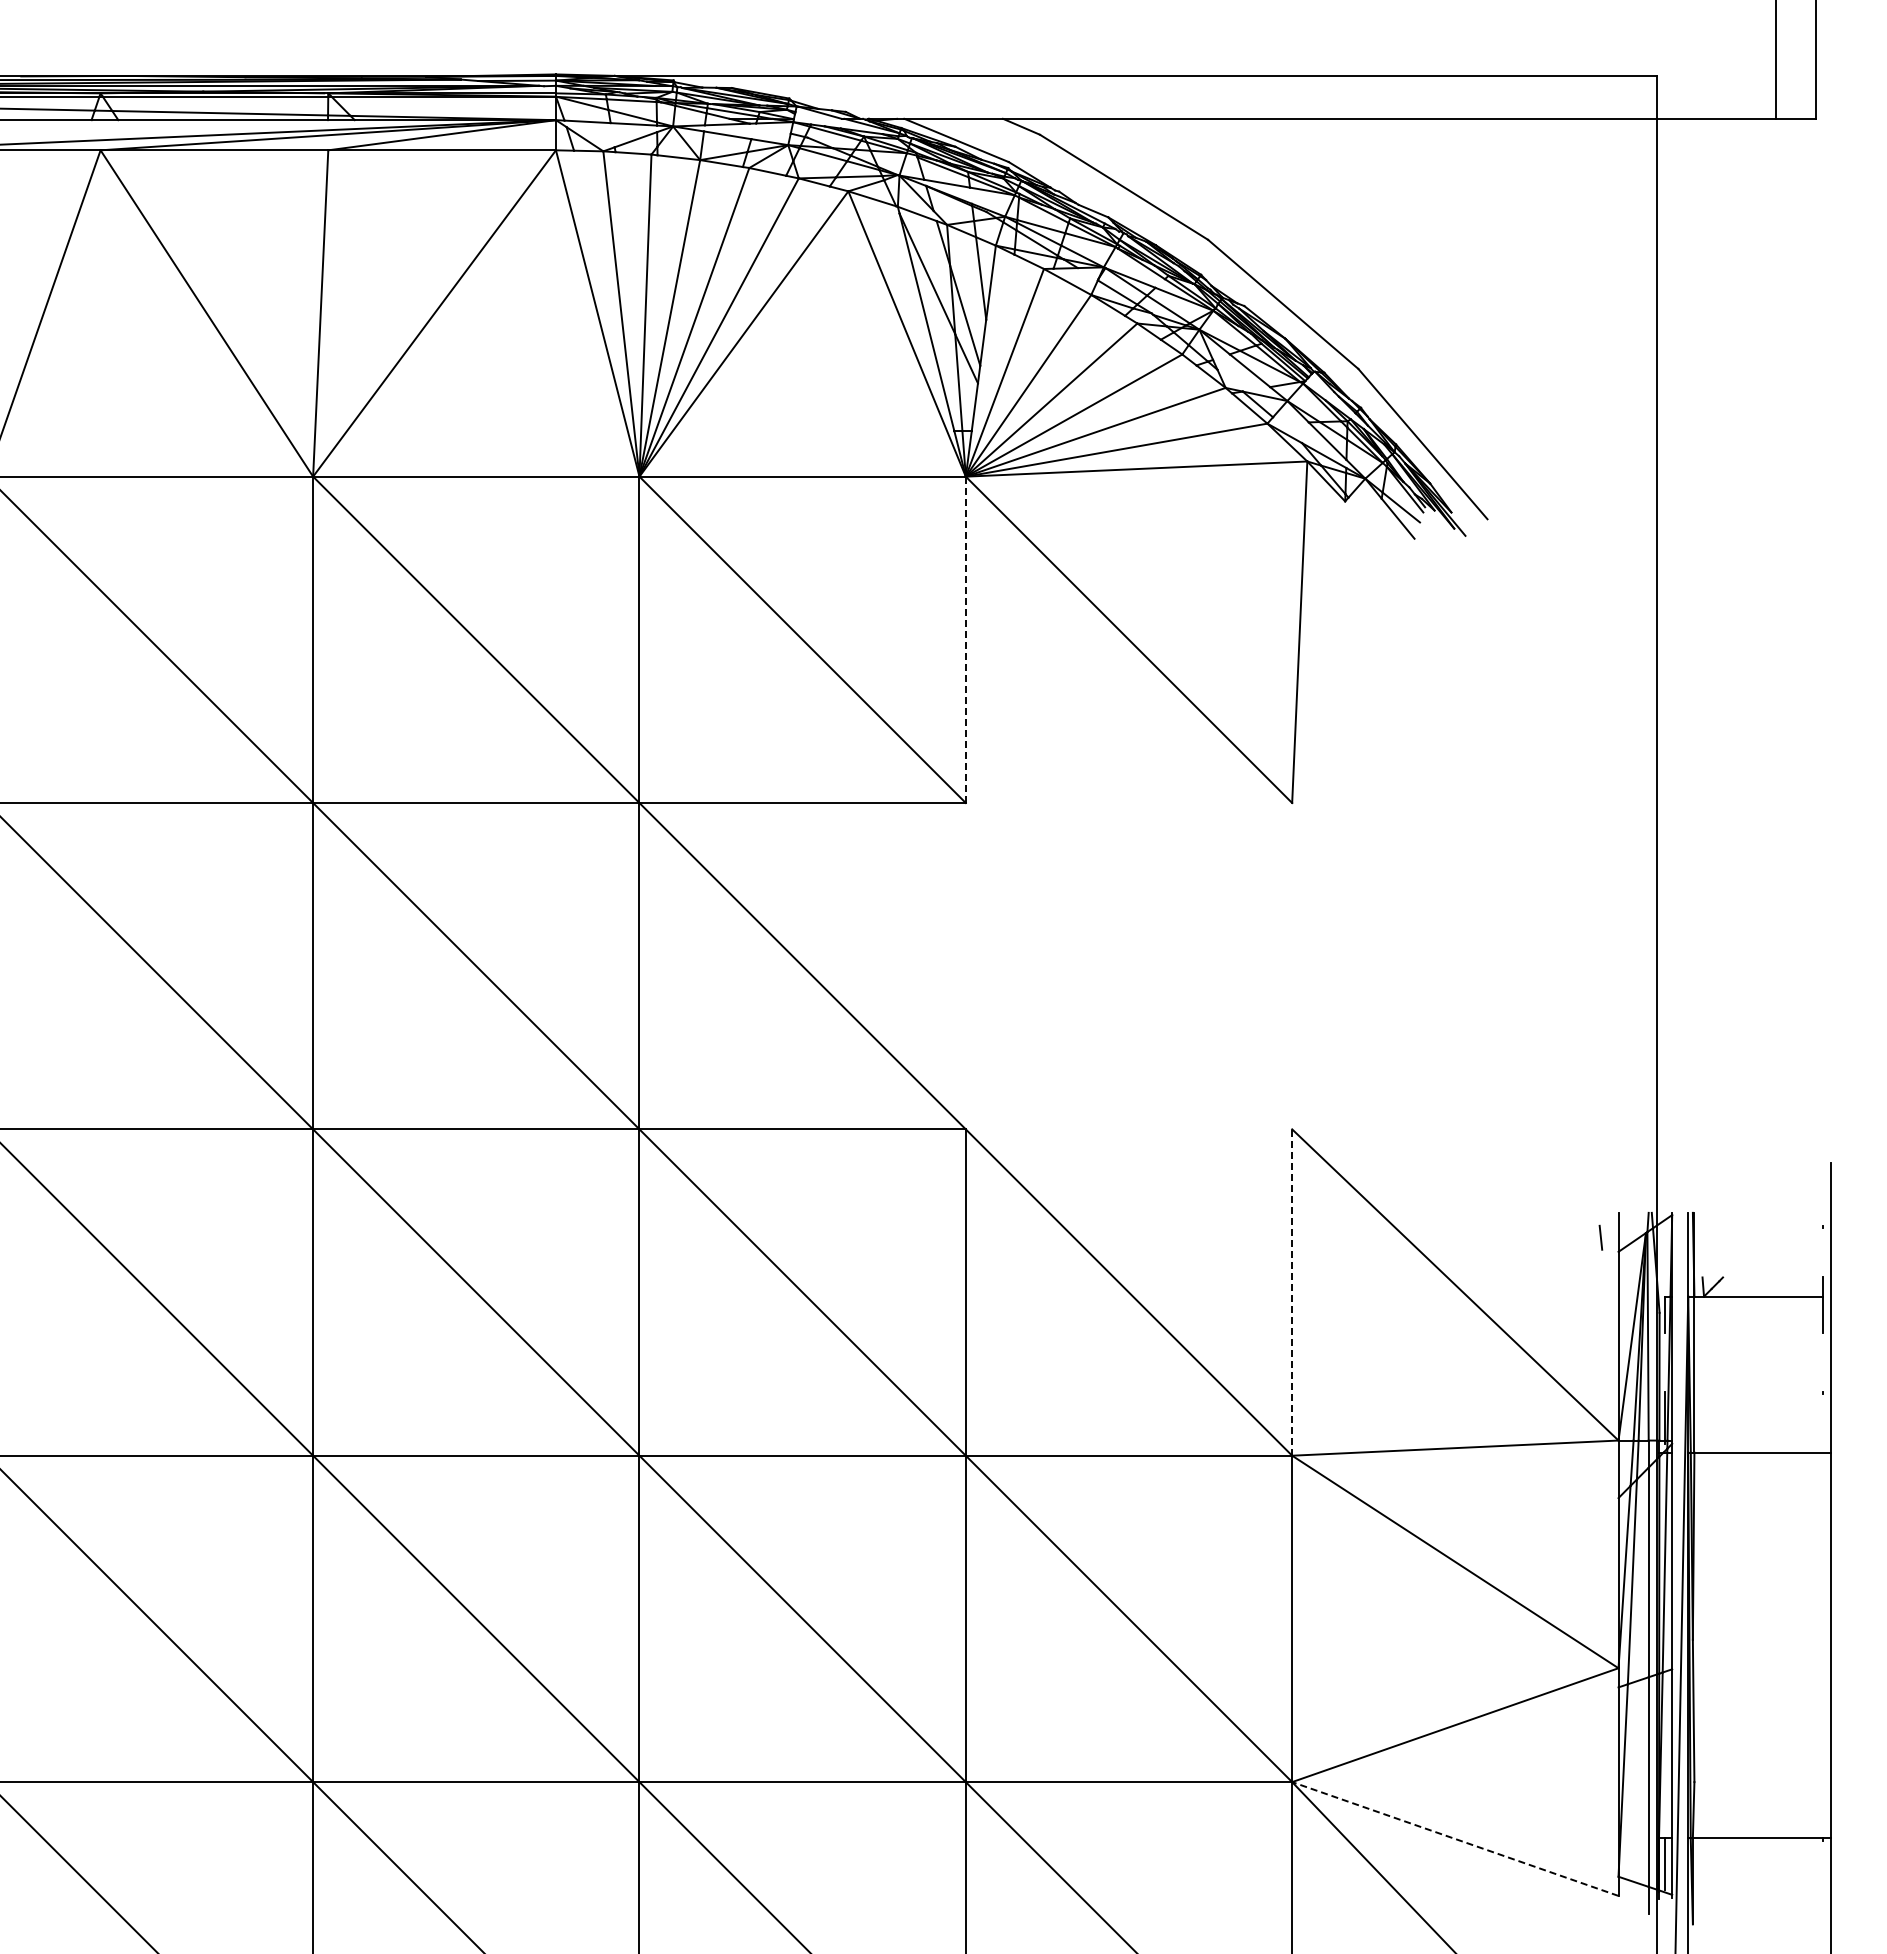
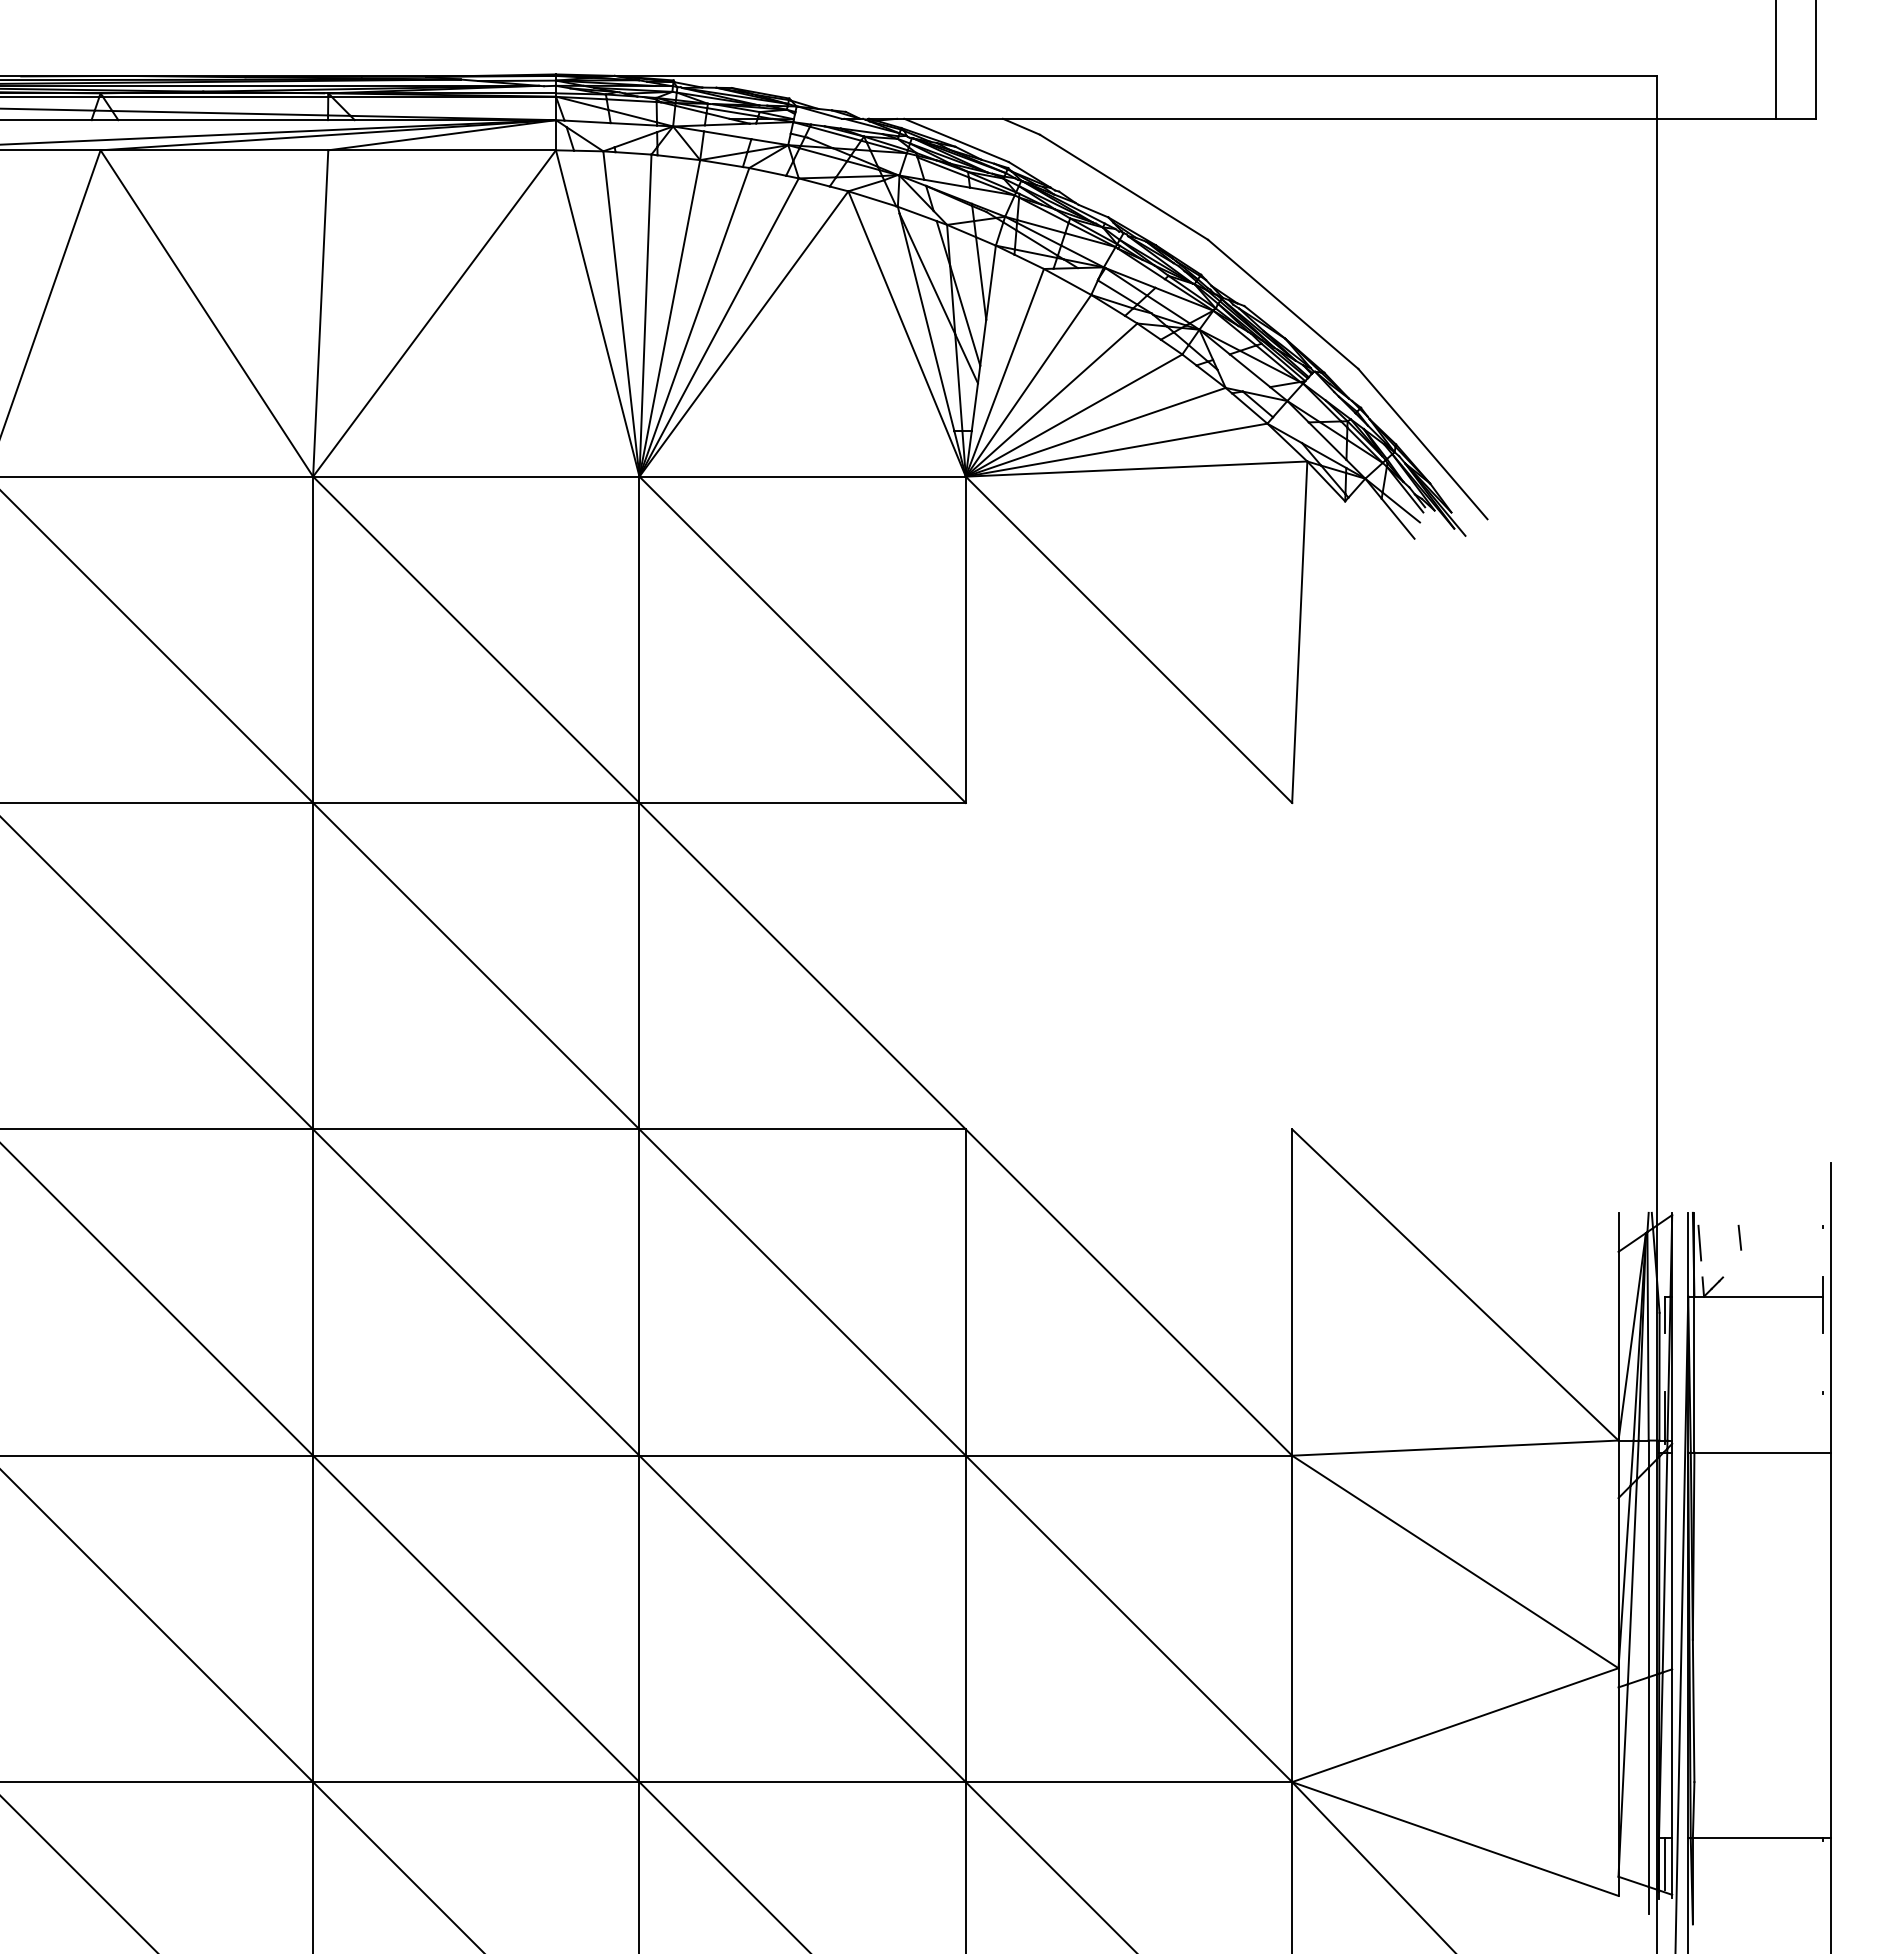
line at (965, 639): dashed -> solid
line at (1600, 1237) position: (1600, 1237) -> (1739, 1237)
line at (1699, 1242): none -> present
line at (1292, 1292): dashed -> solid
line at (1455, 1839): dashed -> solid
